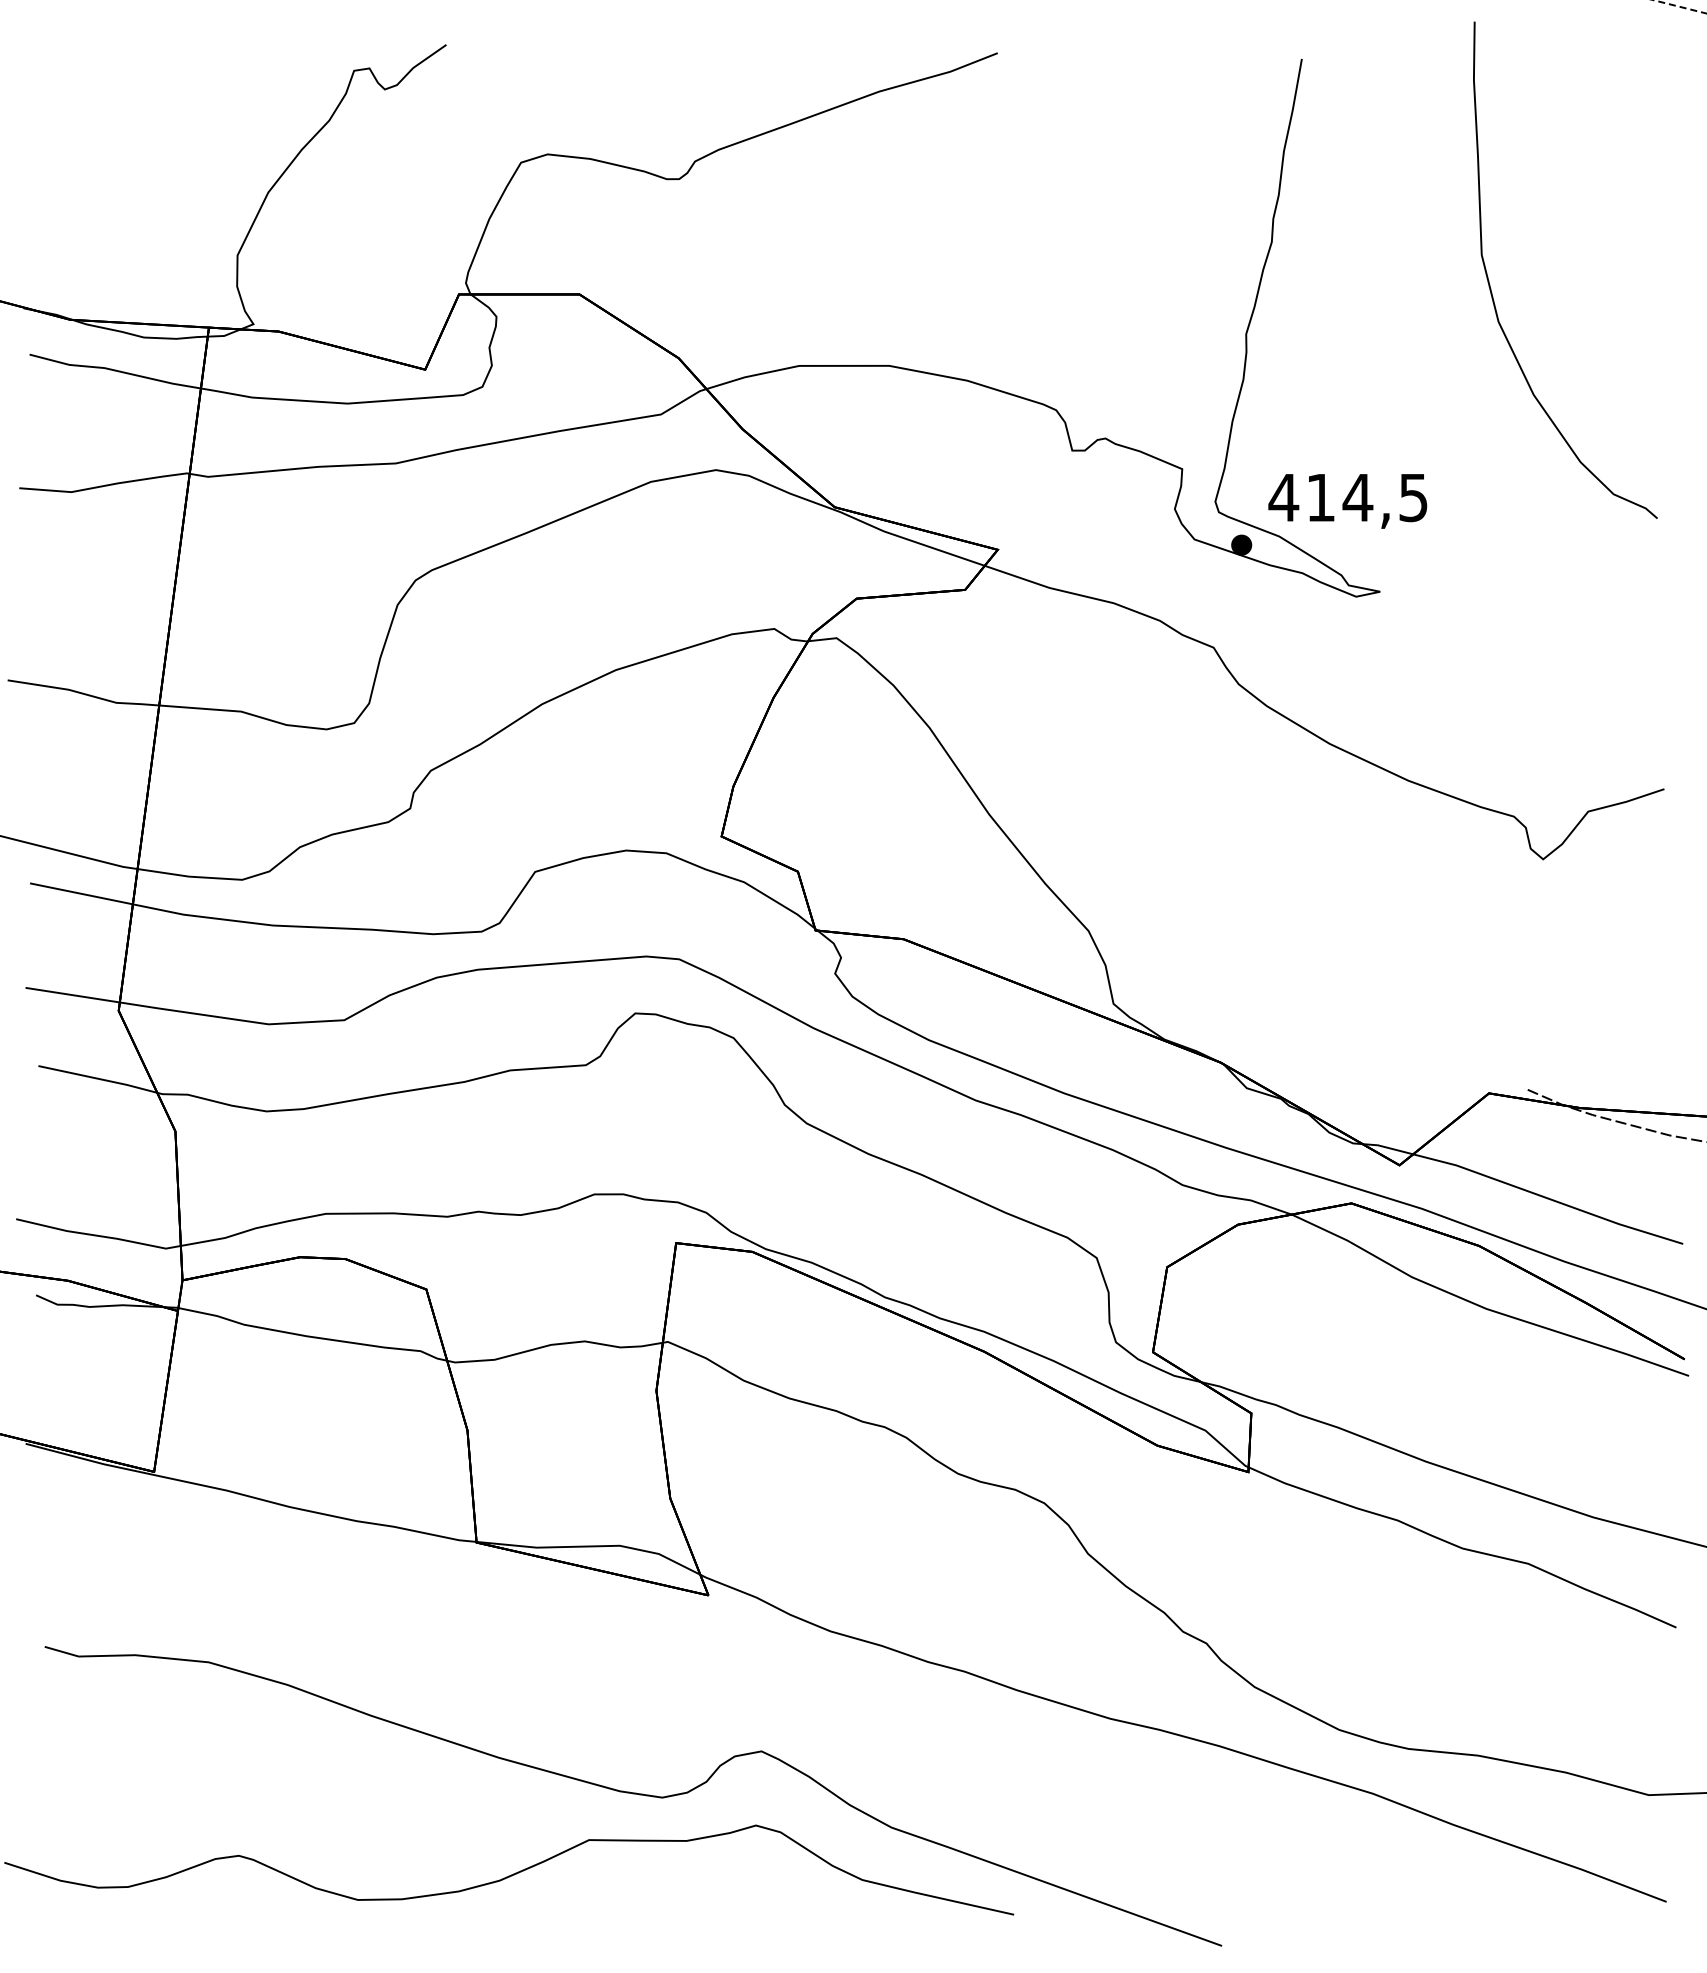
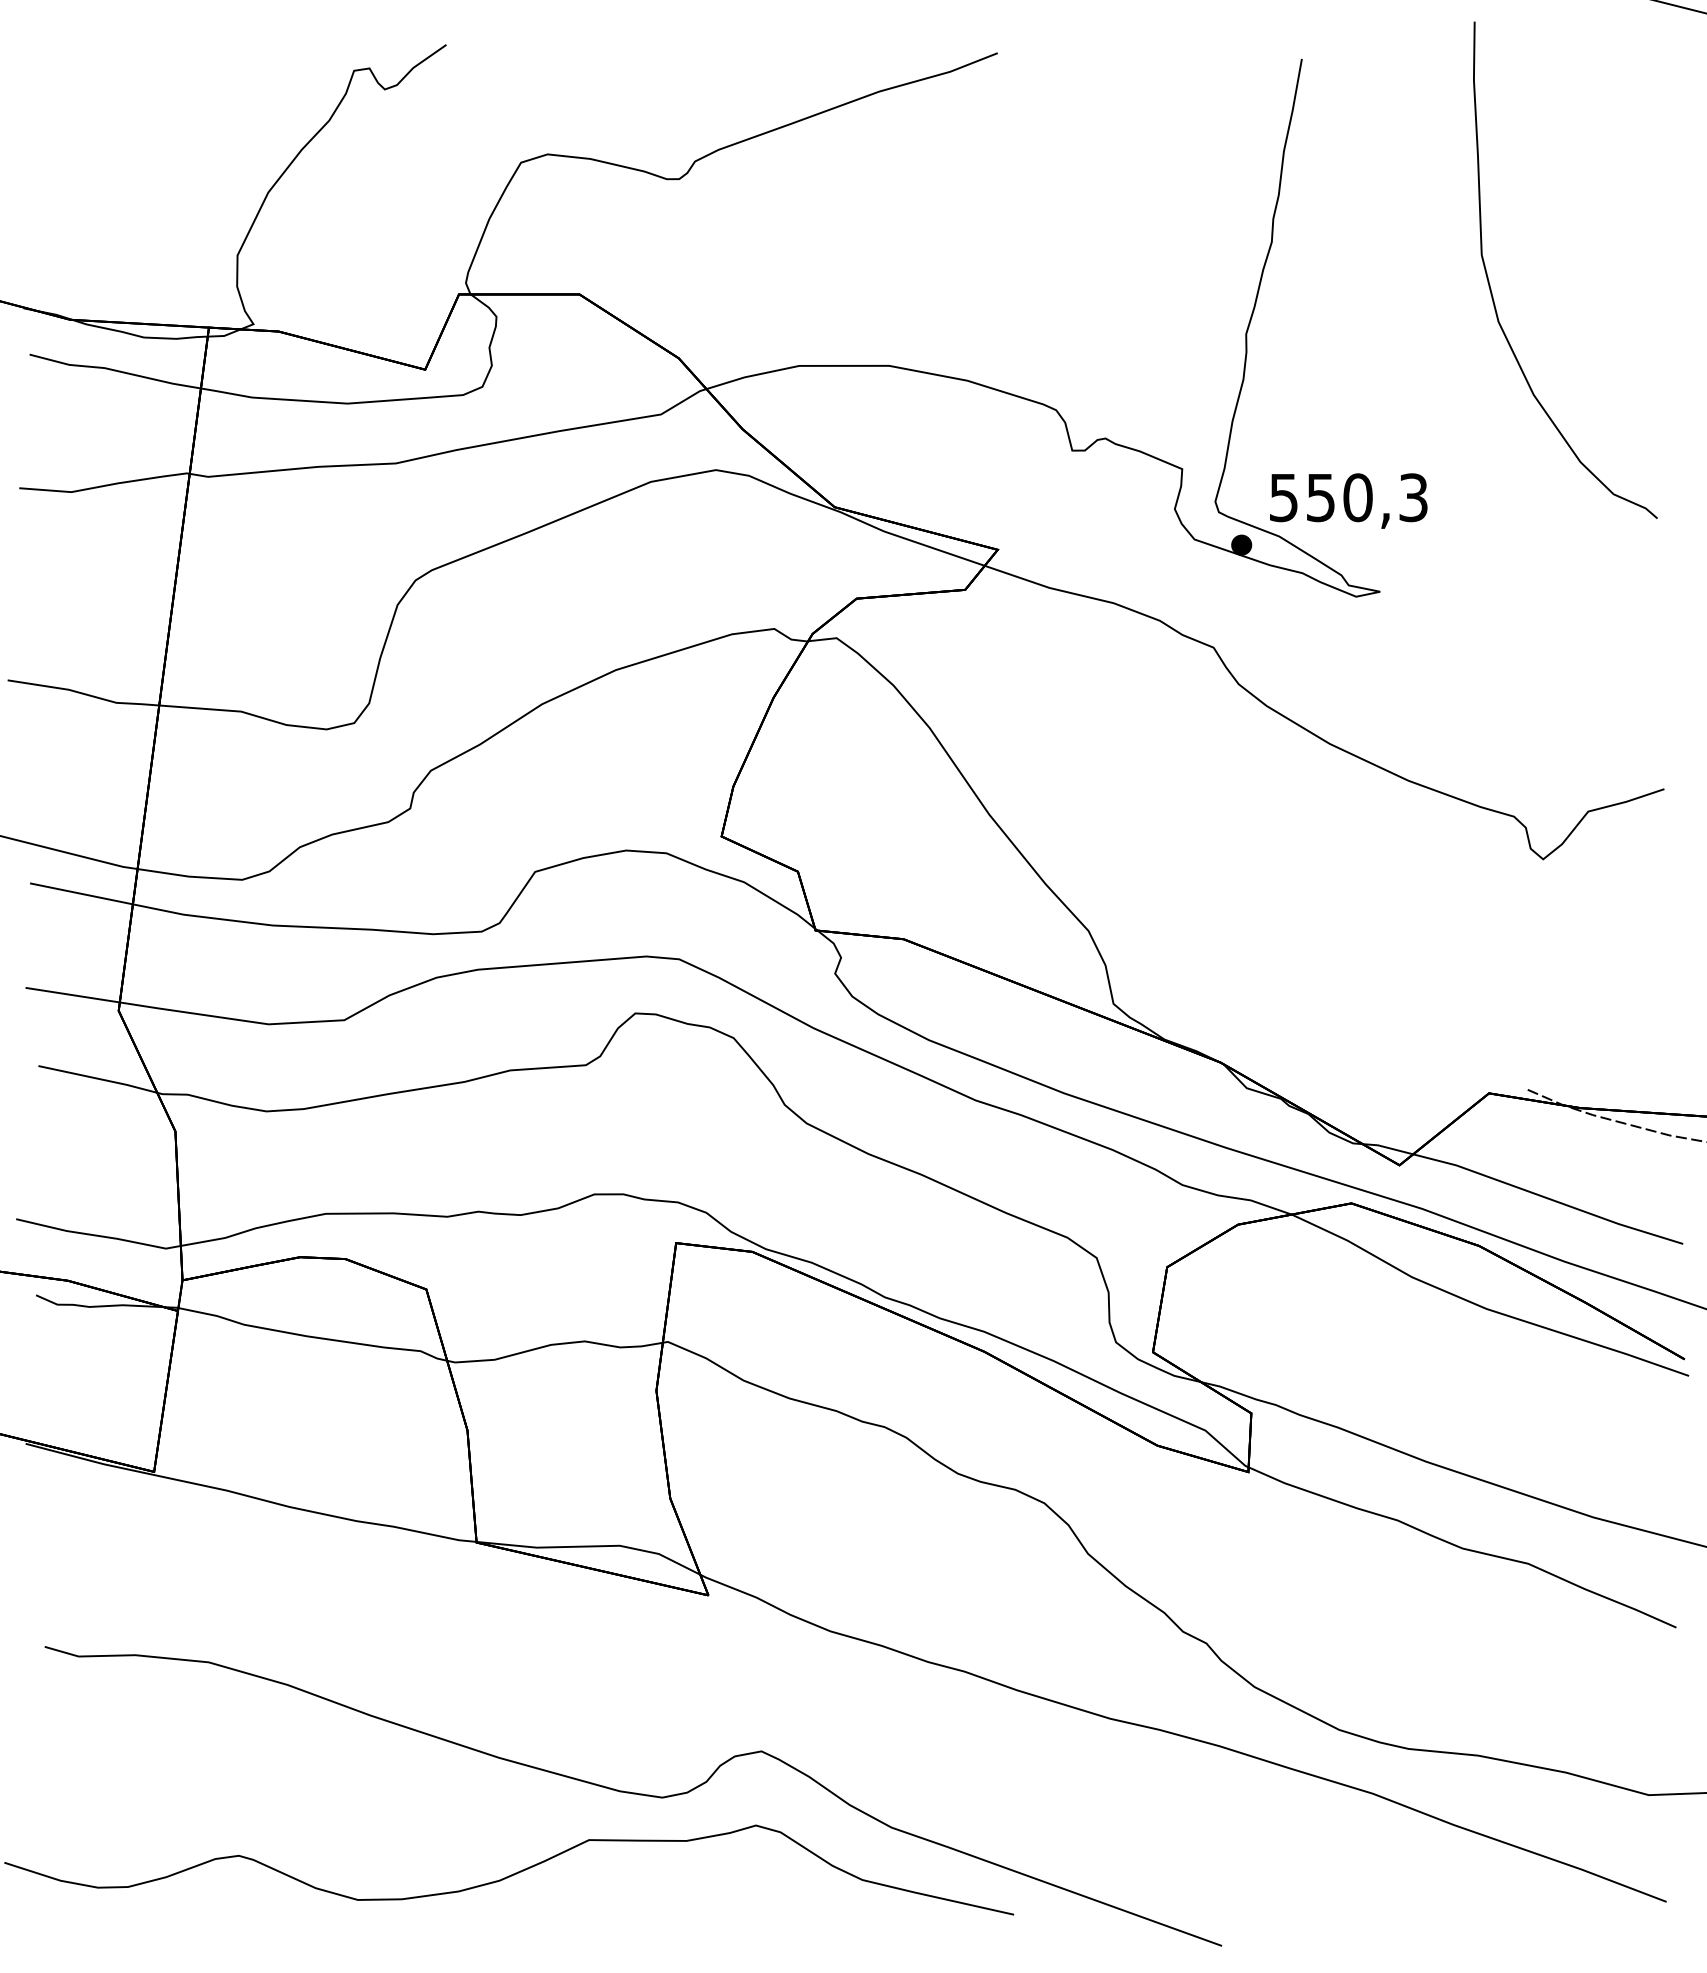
line at (1680, 6): dashed -> solid
text at (1347, 497): 414,5 -> 550,3
